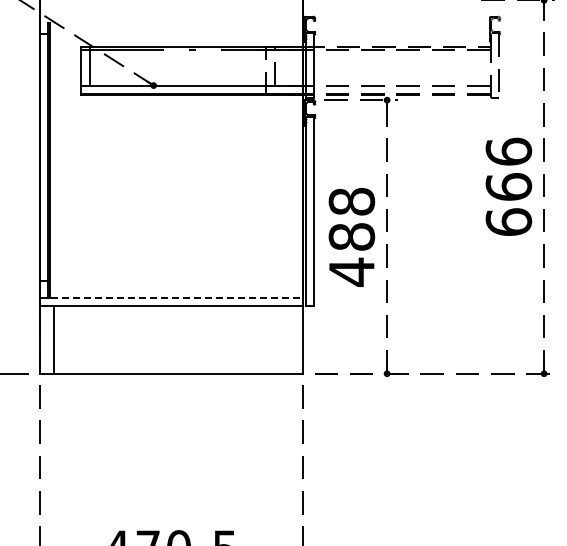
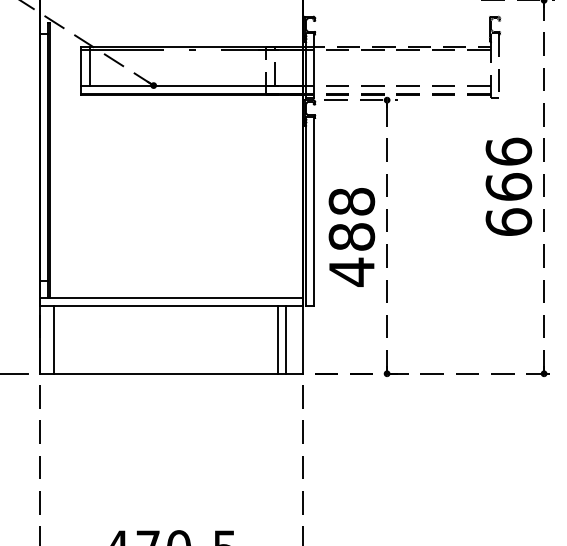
line at (172, 298): dashed -> solid
line at (277, 339): none -> present
line at (286, 339): none -> present
